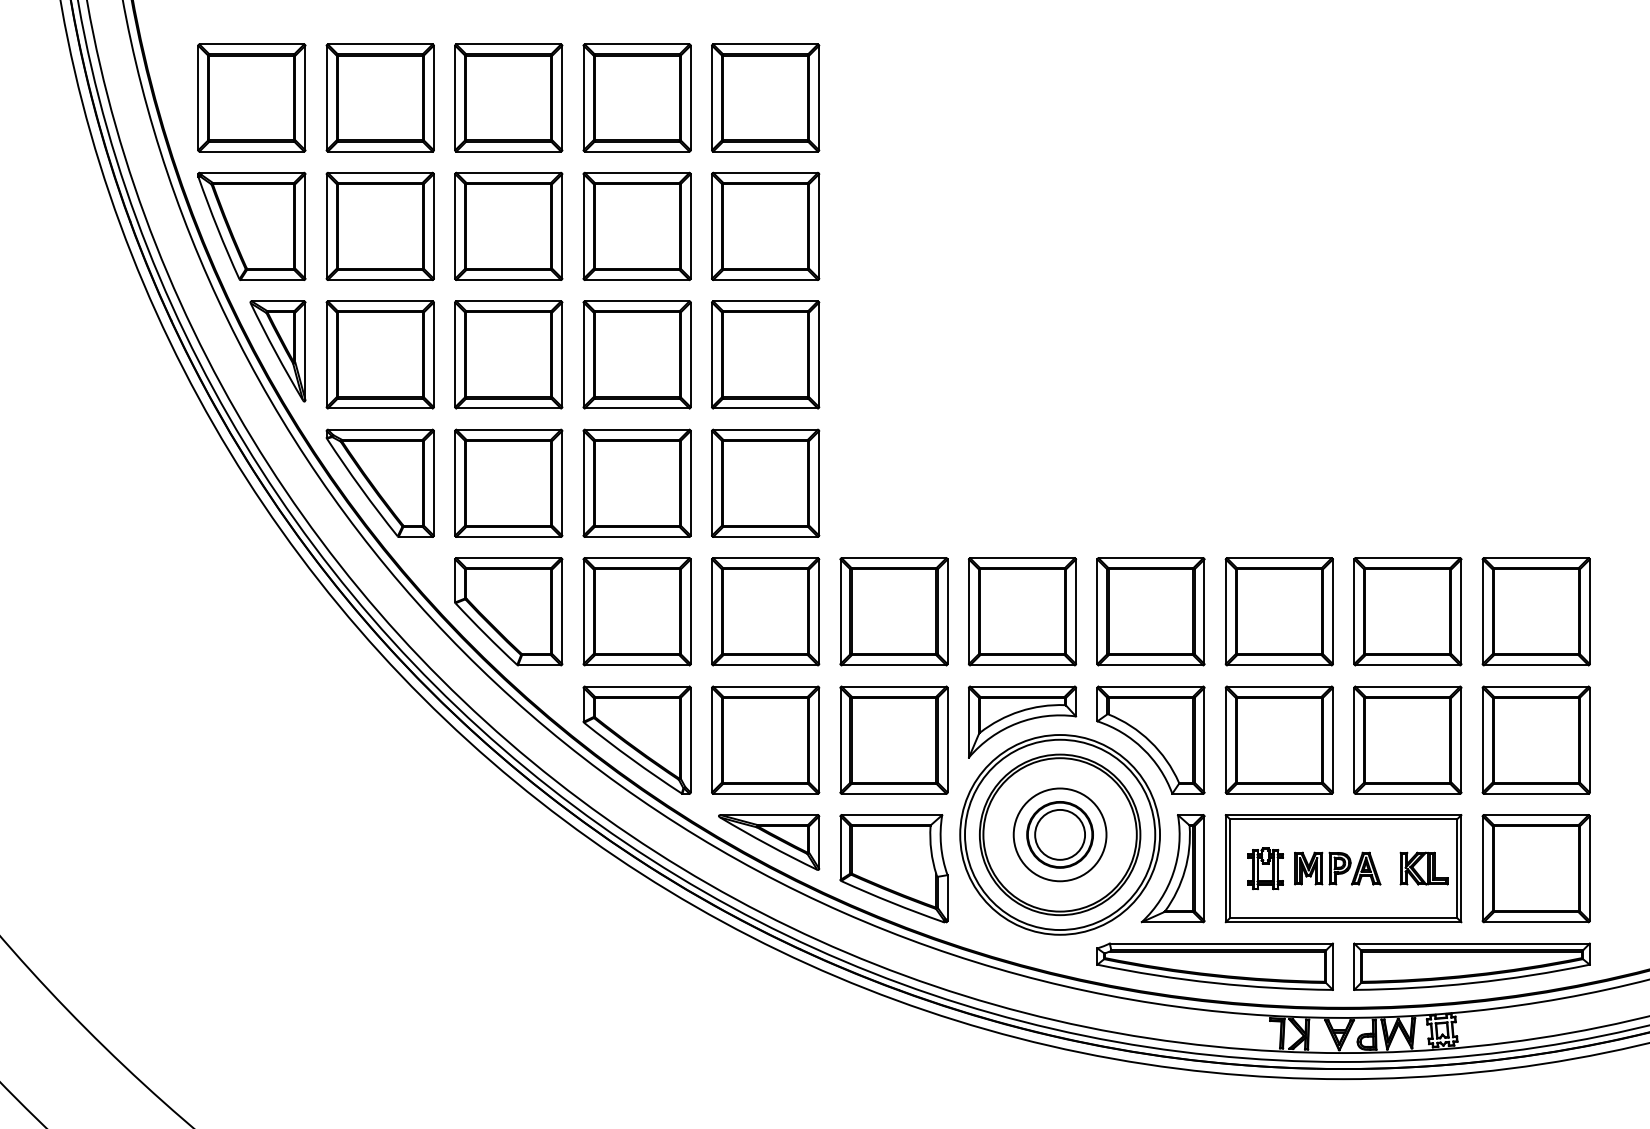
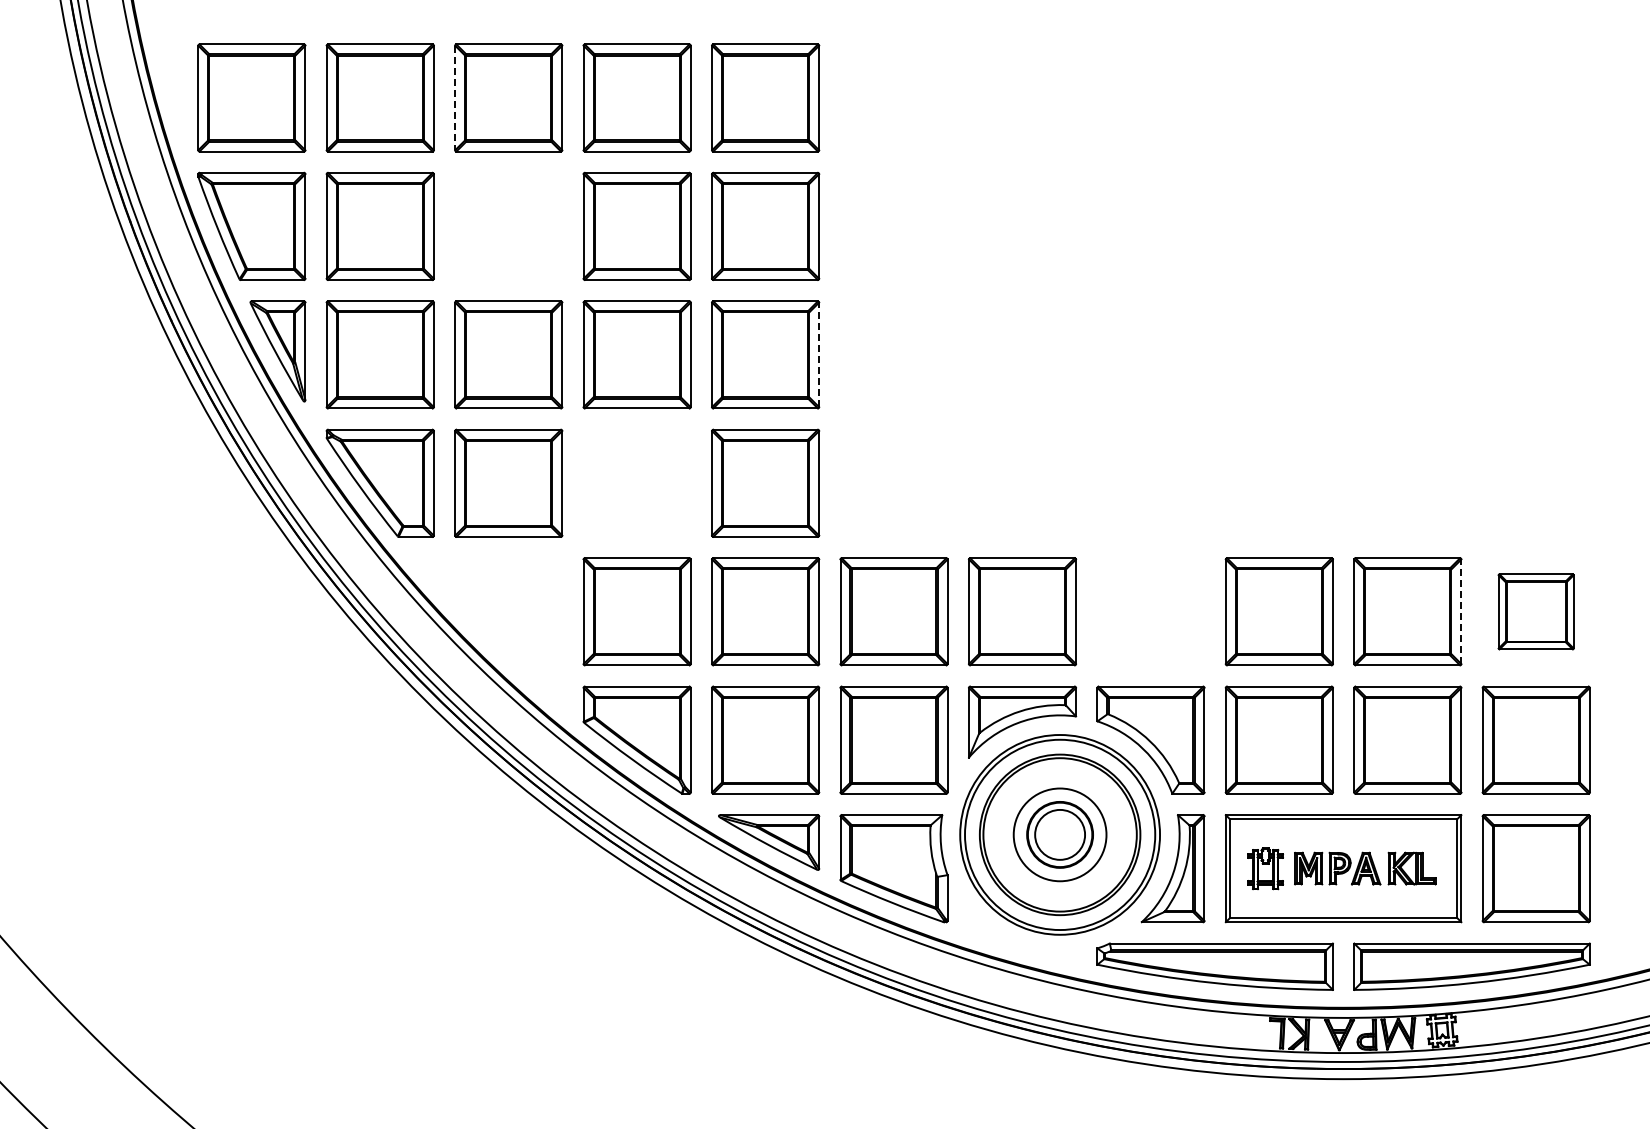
line at (455, 98): solid -> dashed
part at (508, 225): present -> none
line at (819, 354): solid -> dashed
part at (636, 482): present -> none
part at (508, 611): present -> none
part at (1150, 611): present -> none
line at (1461, 611): solid -> dashed
part at (1535, 611) size: 110x110 px -> 78x78 px
part at (1423, 868) position: (1423, 868) -> (1411, 868)
